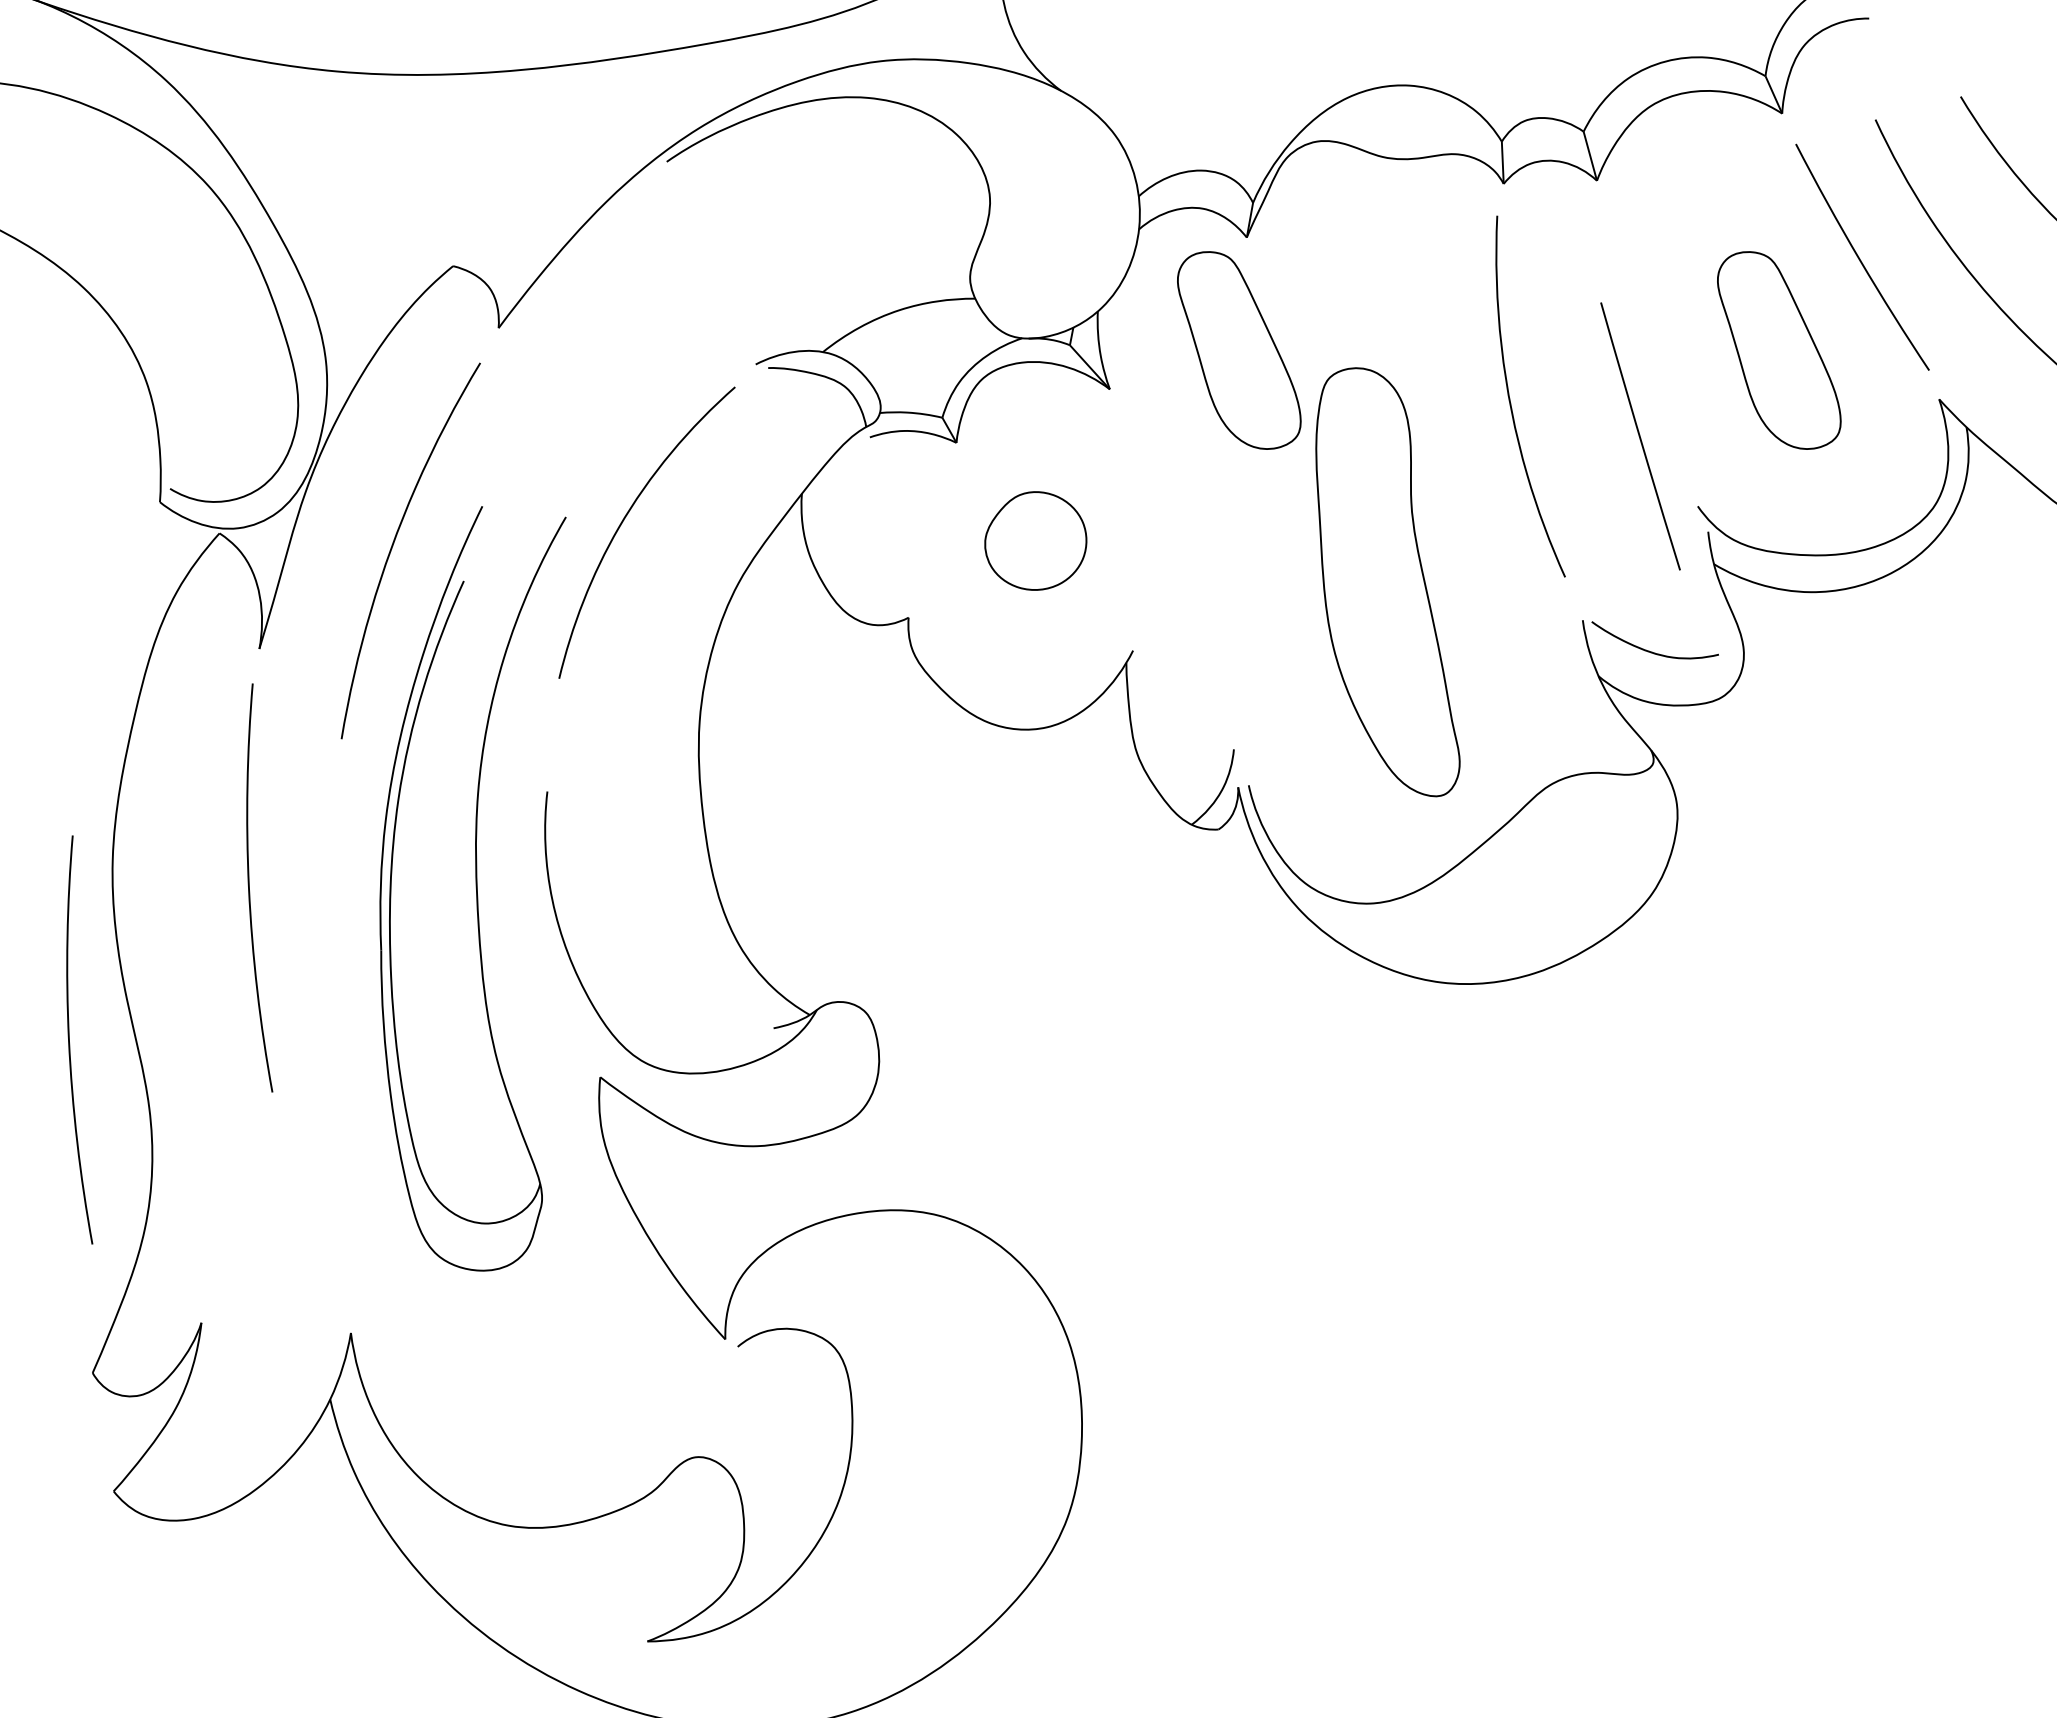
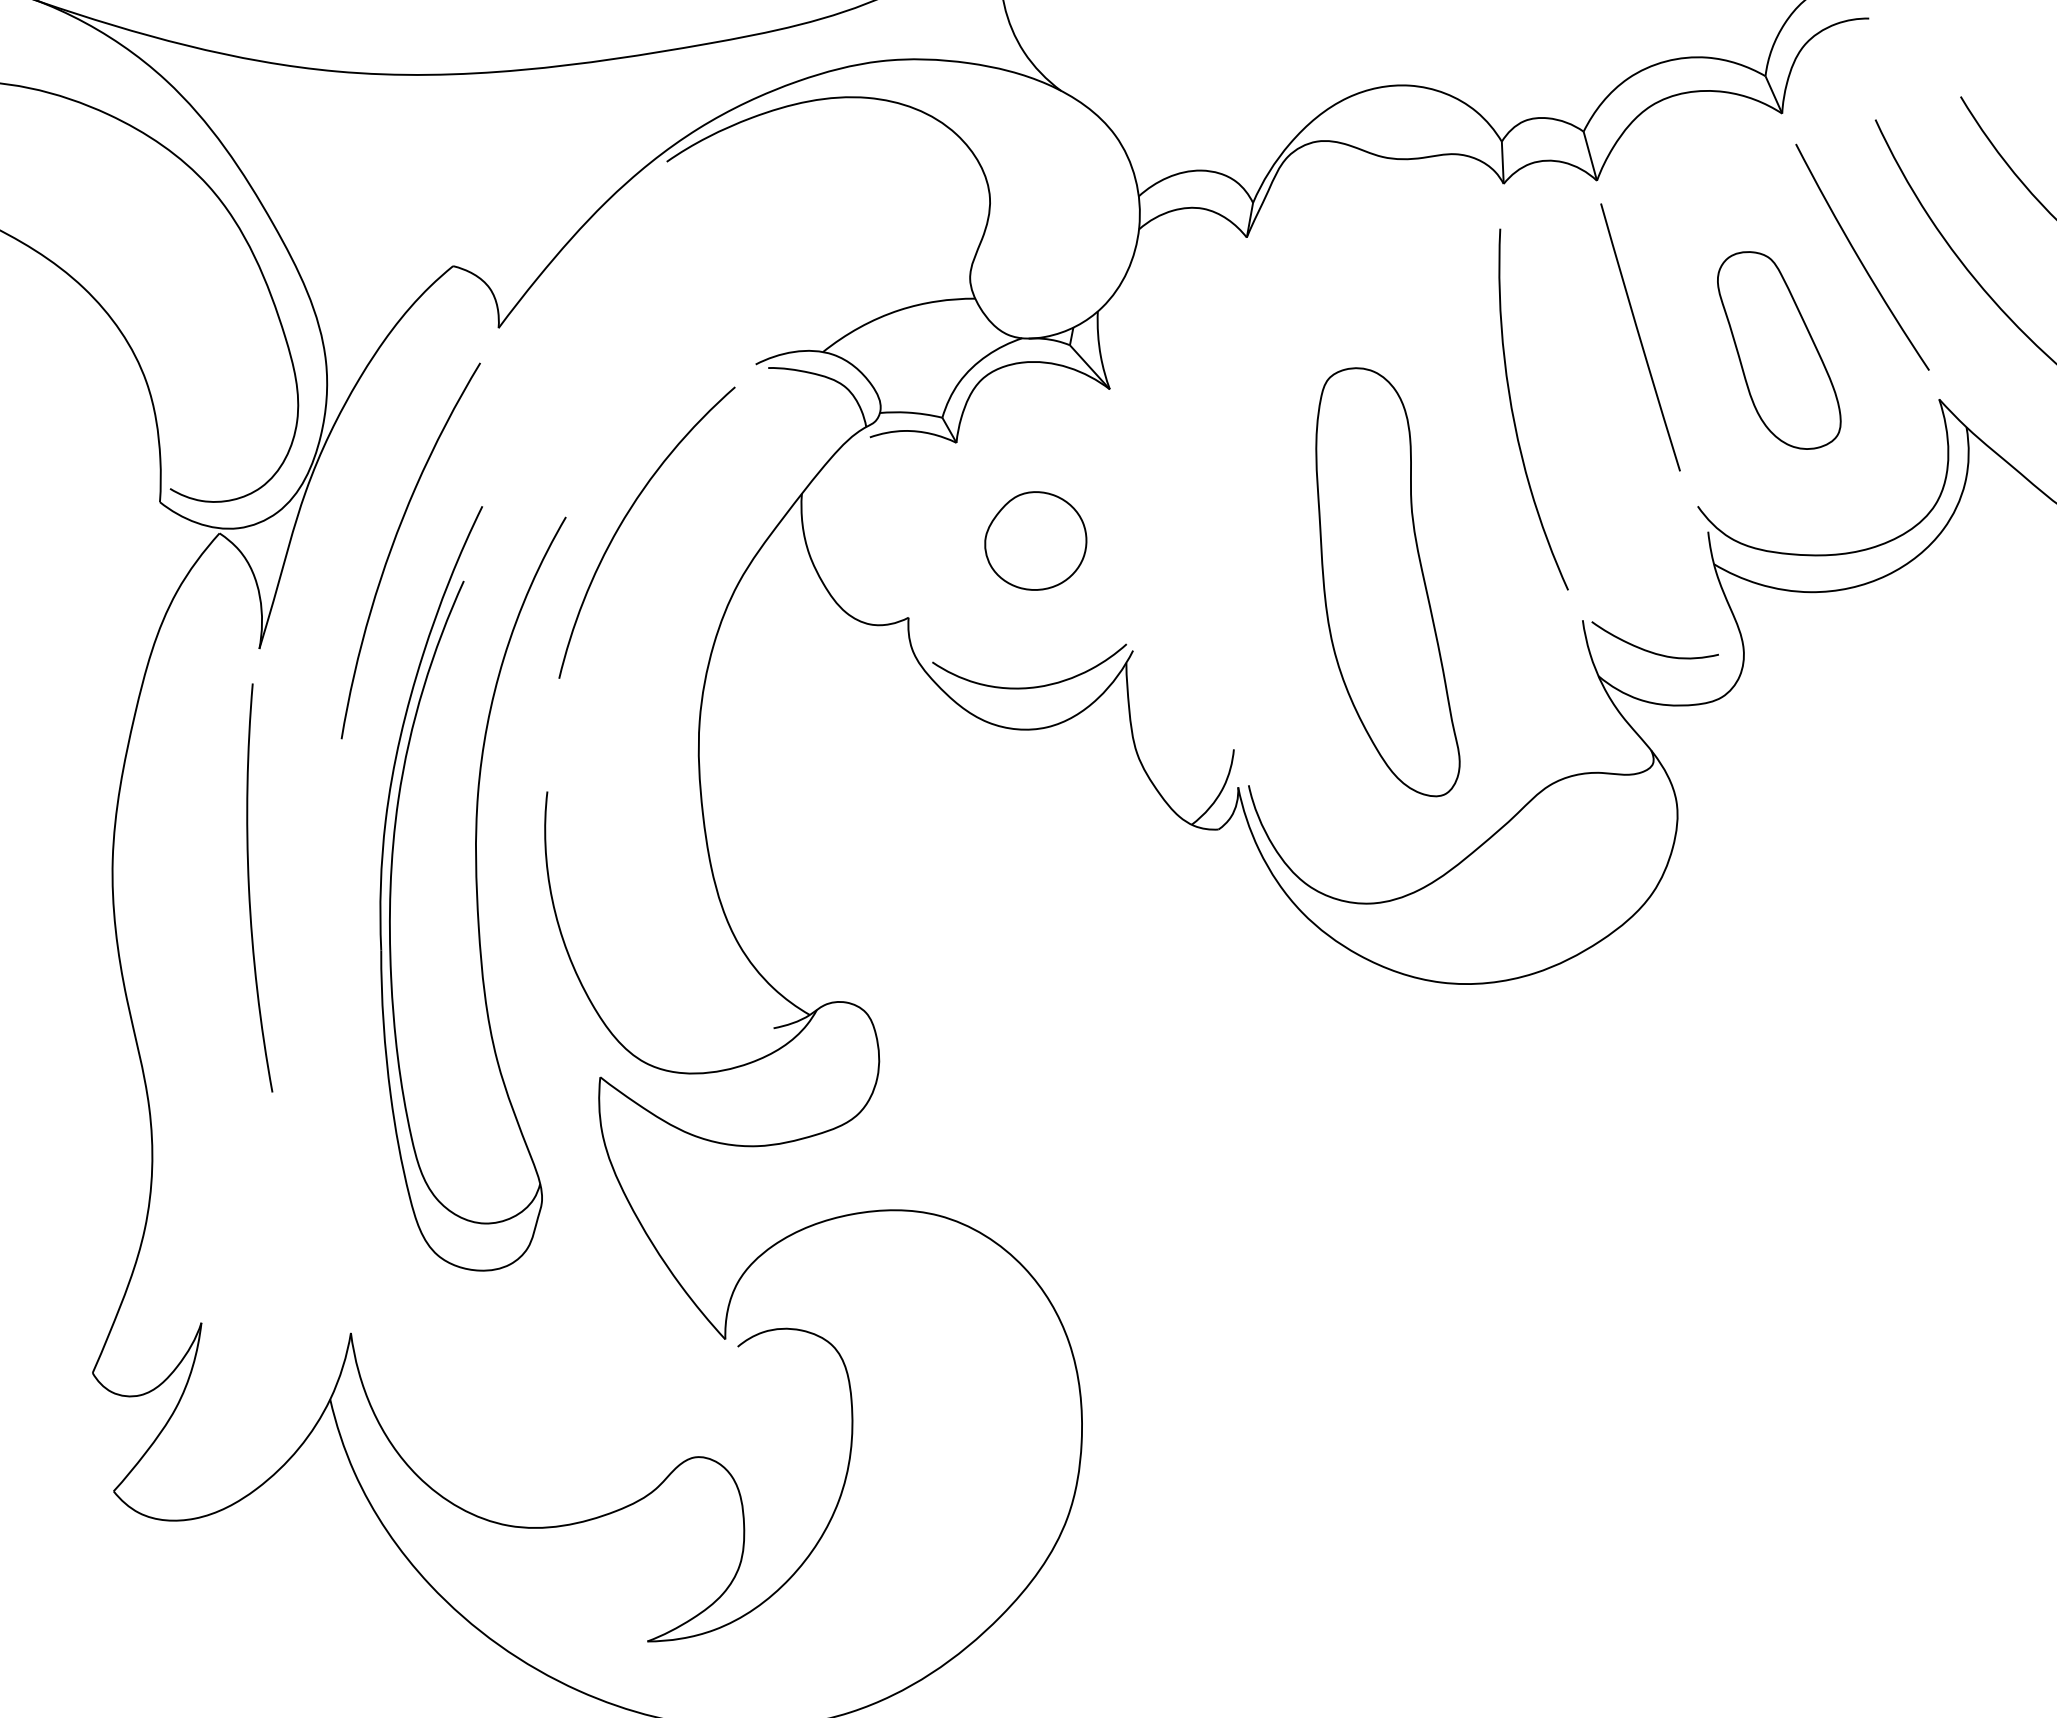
part at (1239, 350): present -> none
curve at (1510, 398) position: (1510, 398) -> (1513, 411)
line at (1640, 436) position: (1640, 436) -> (1640, 337)
curve at (1031, 686): none -> present
curve at (69, 1039): present -> none
